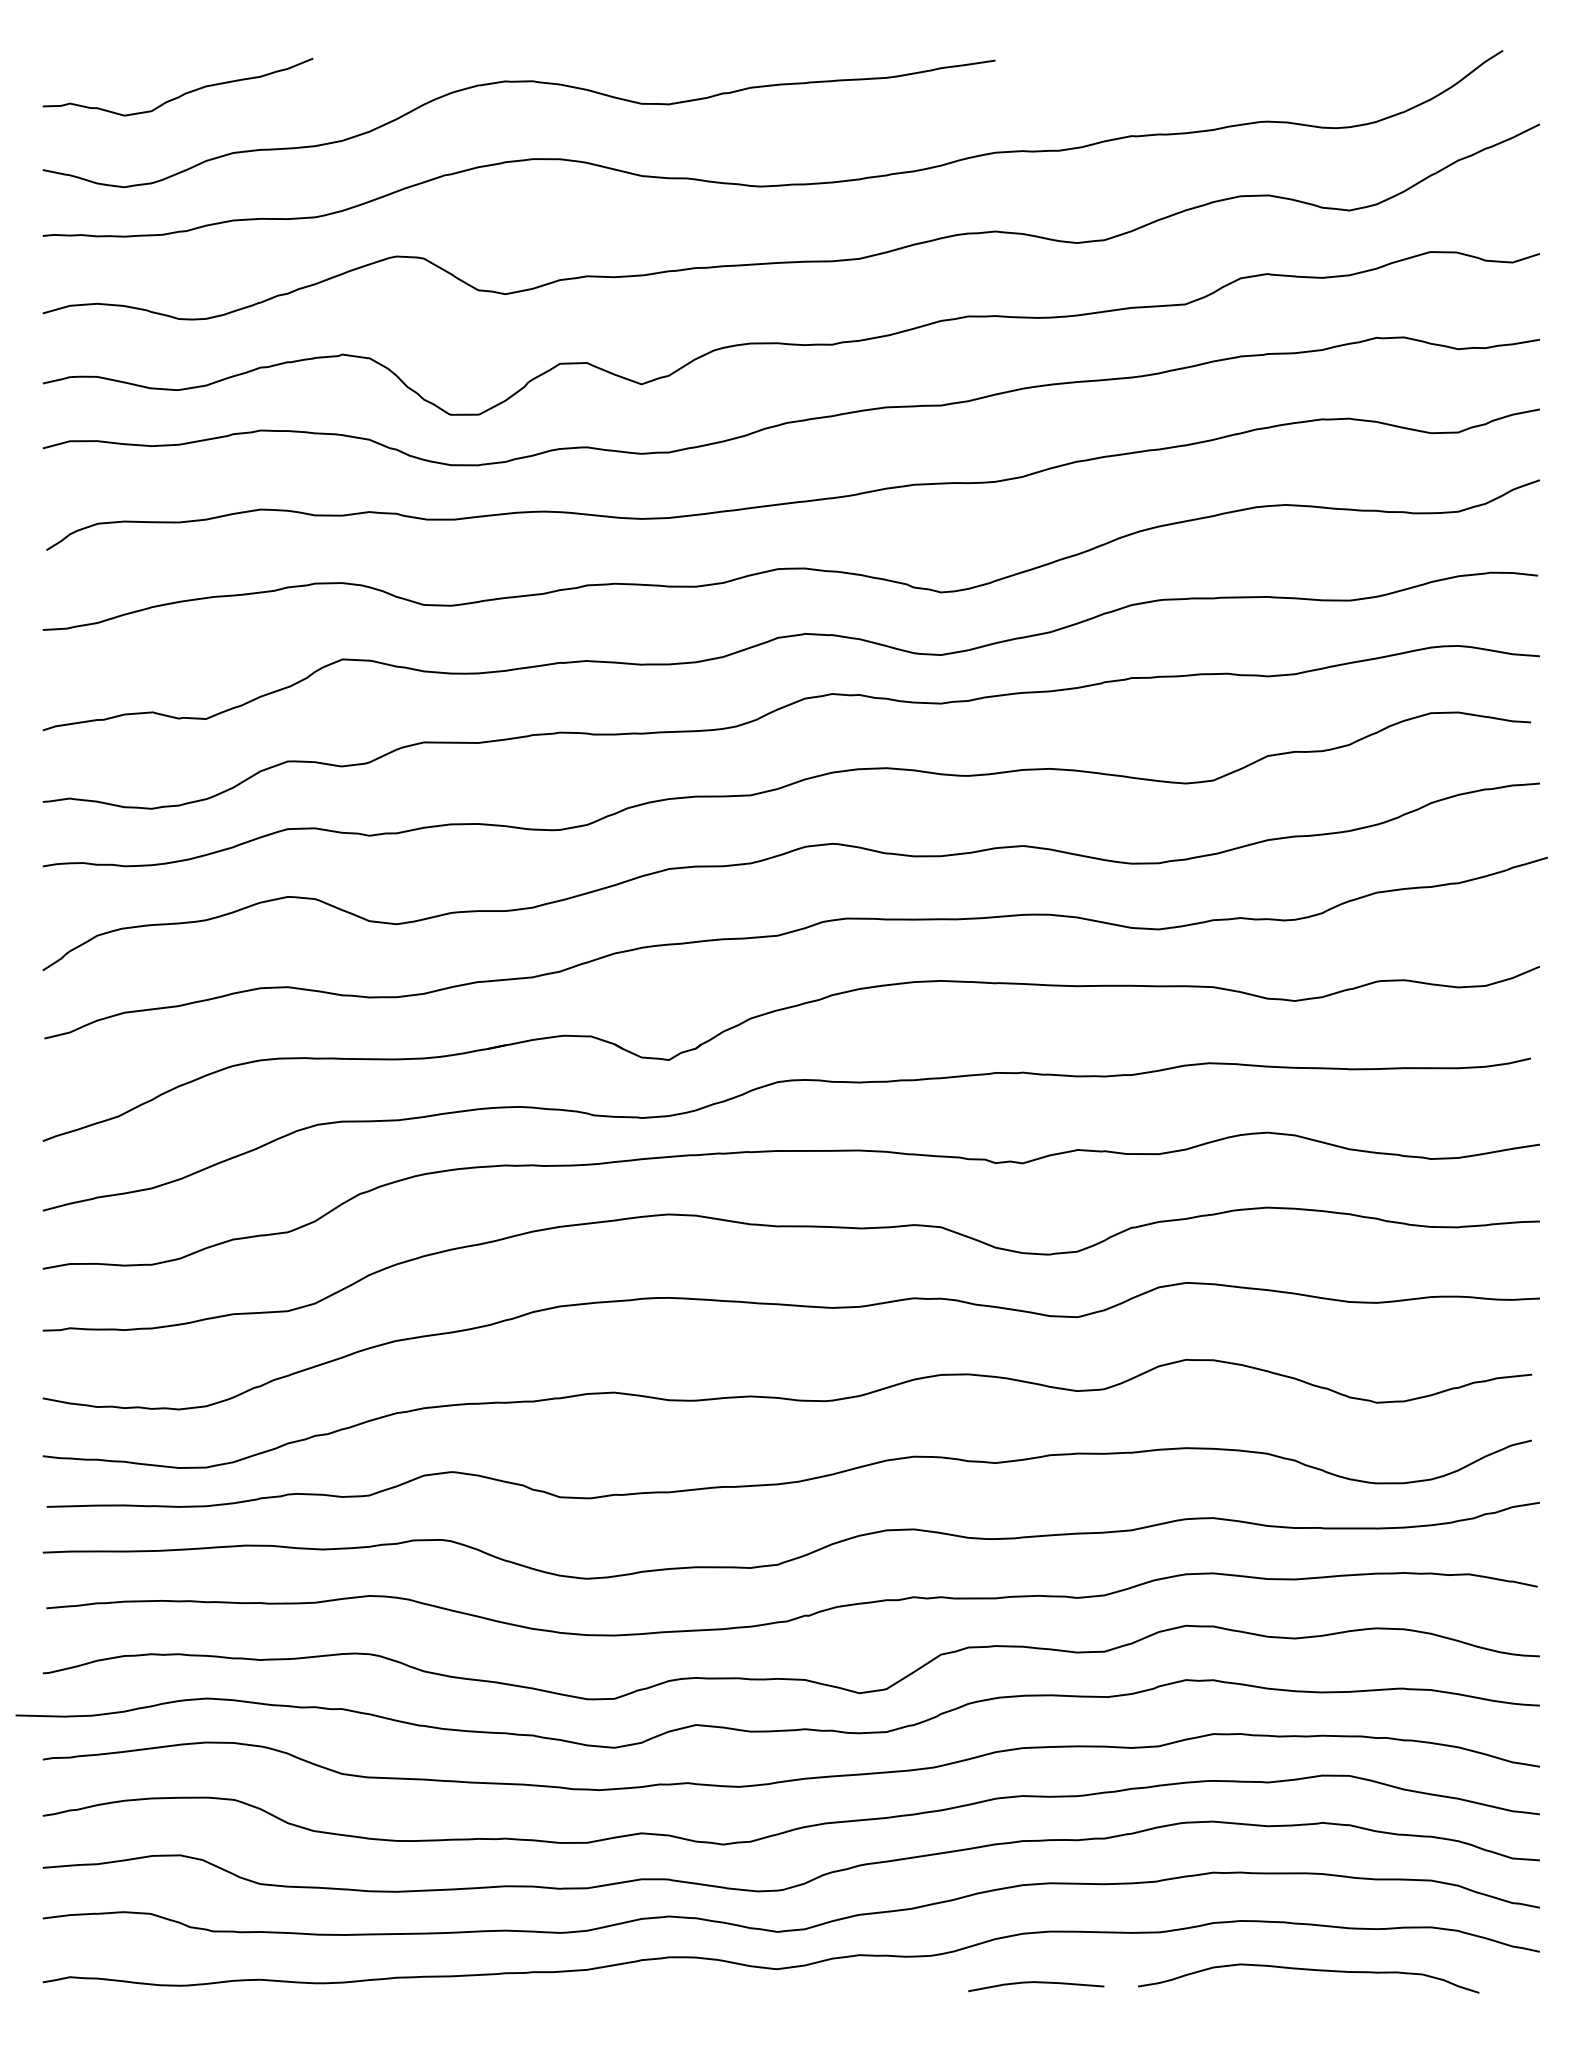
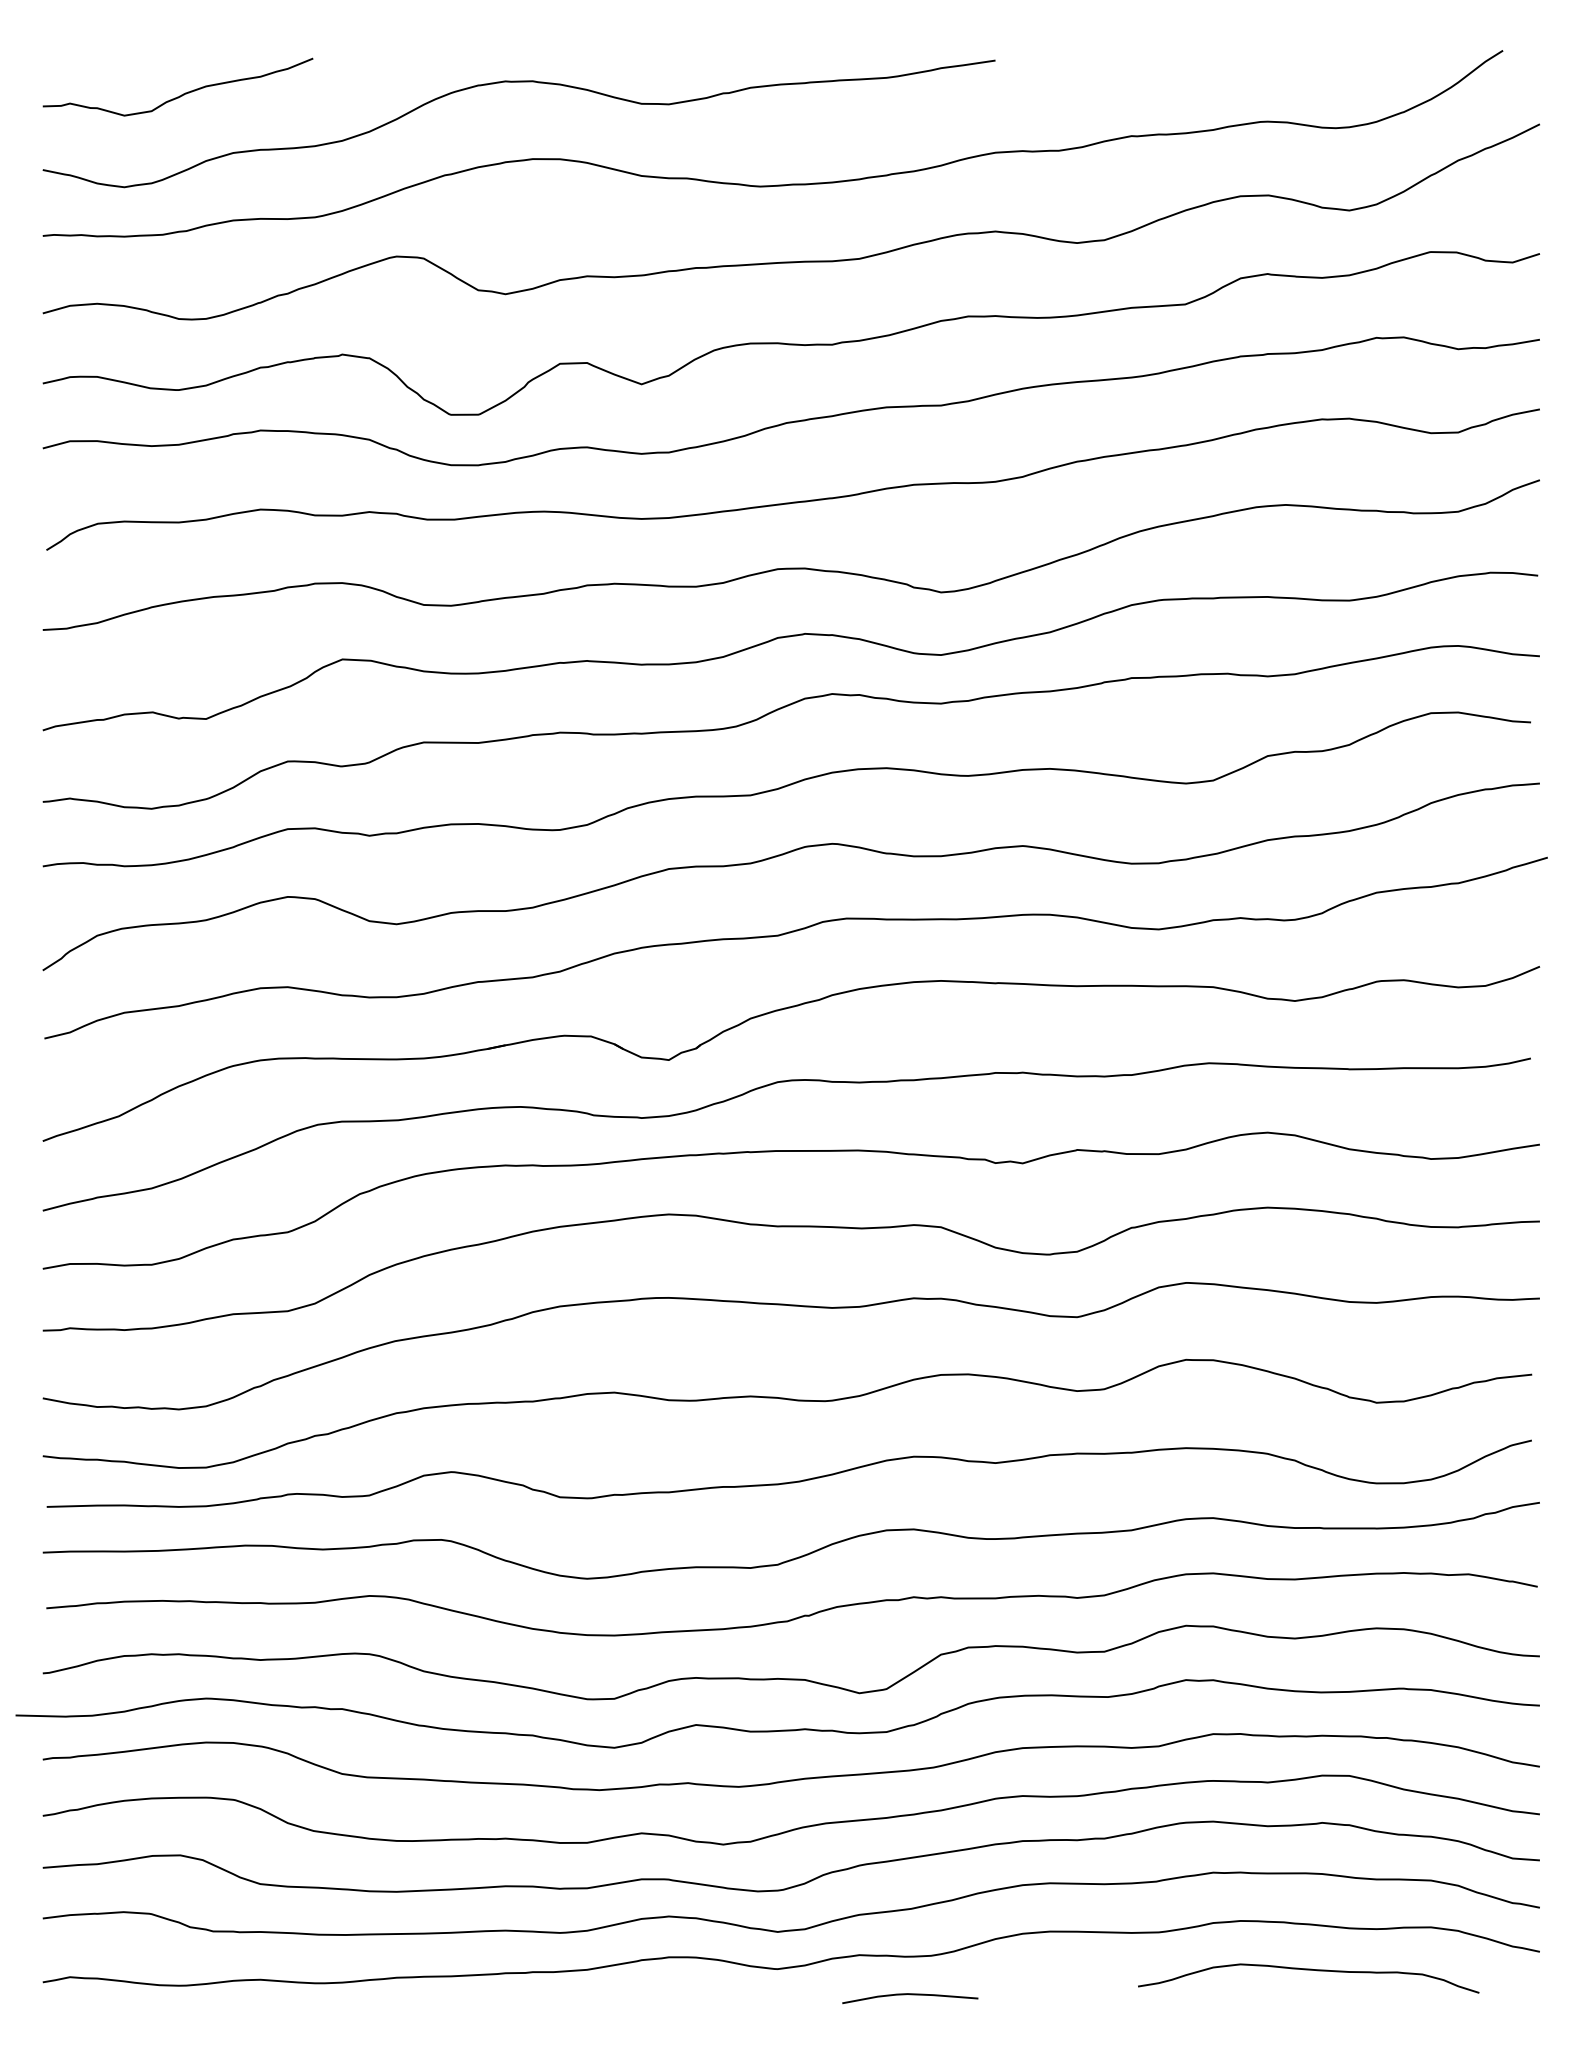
curve at (1036, 1983) position: (1036, 1983) -> (910, 1995)
